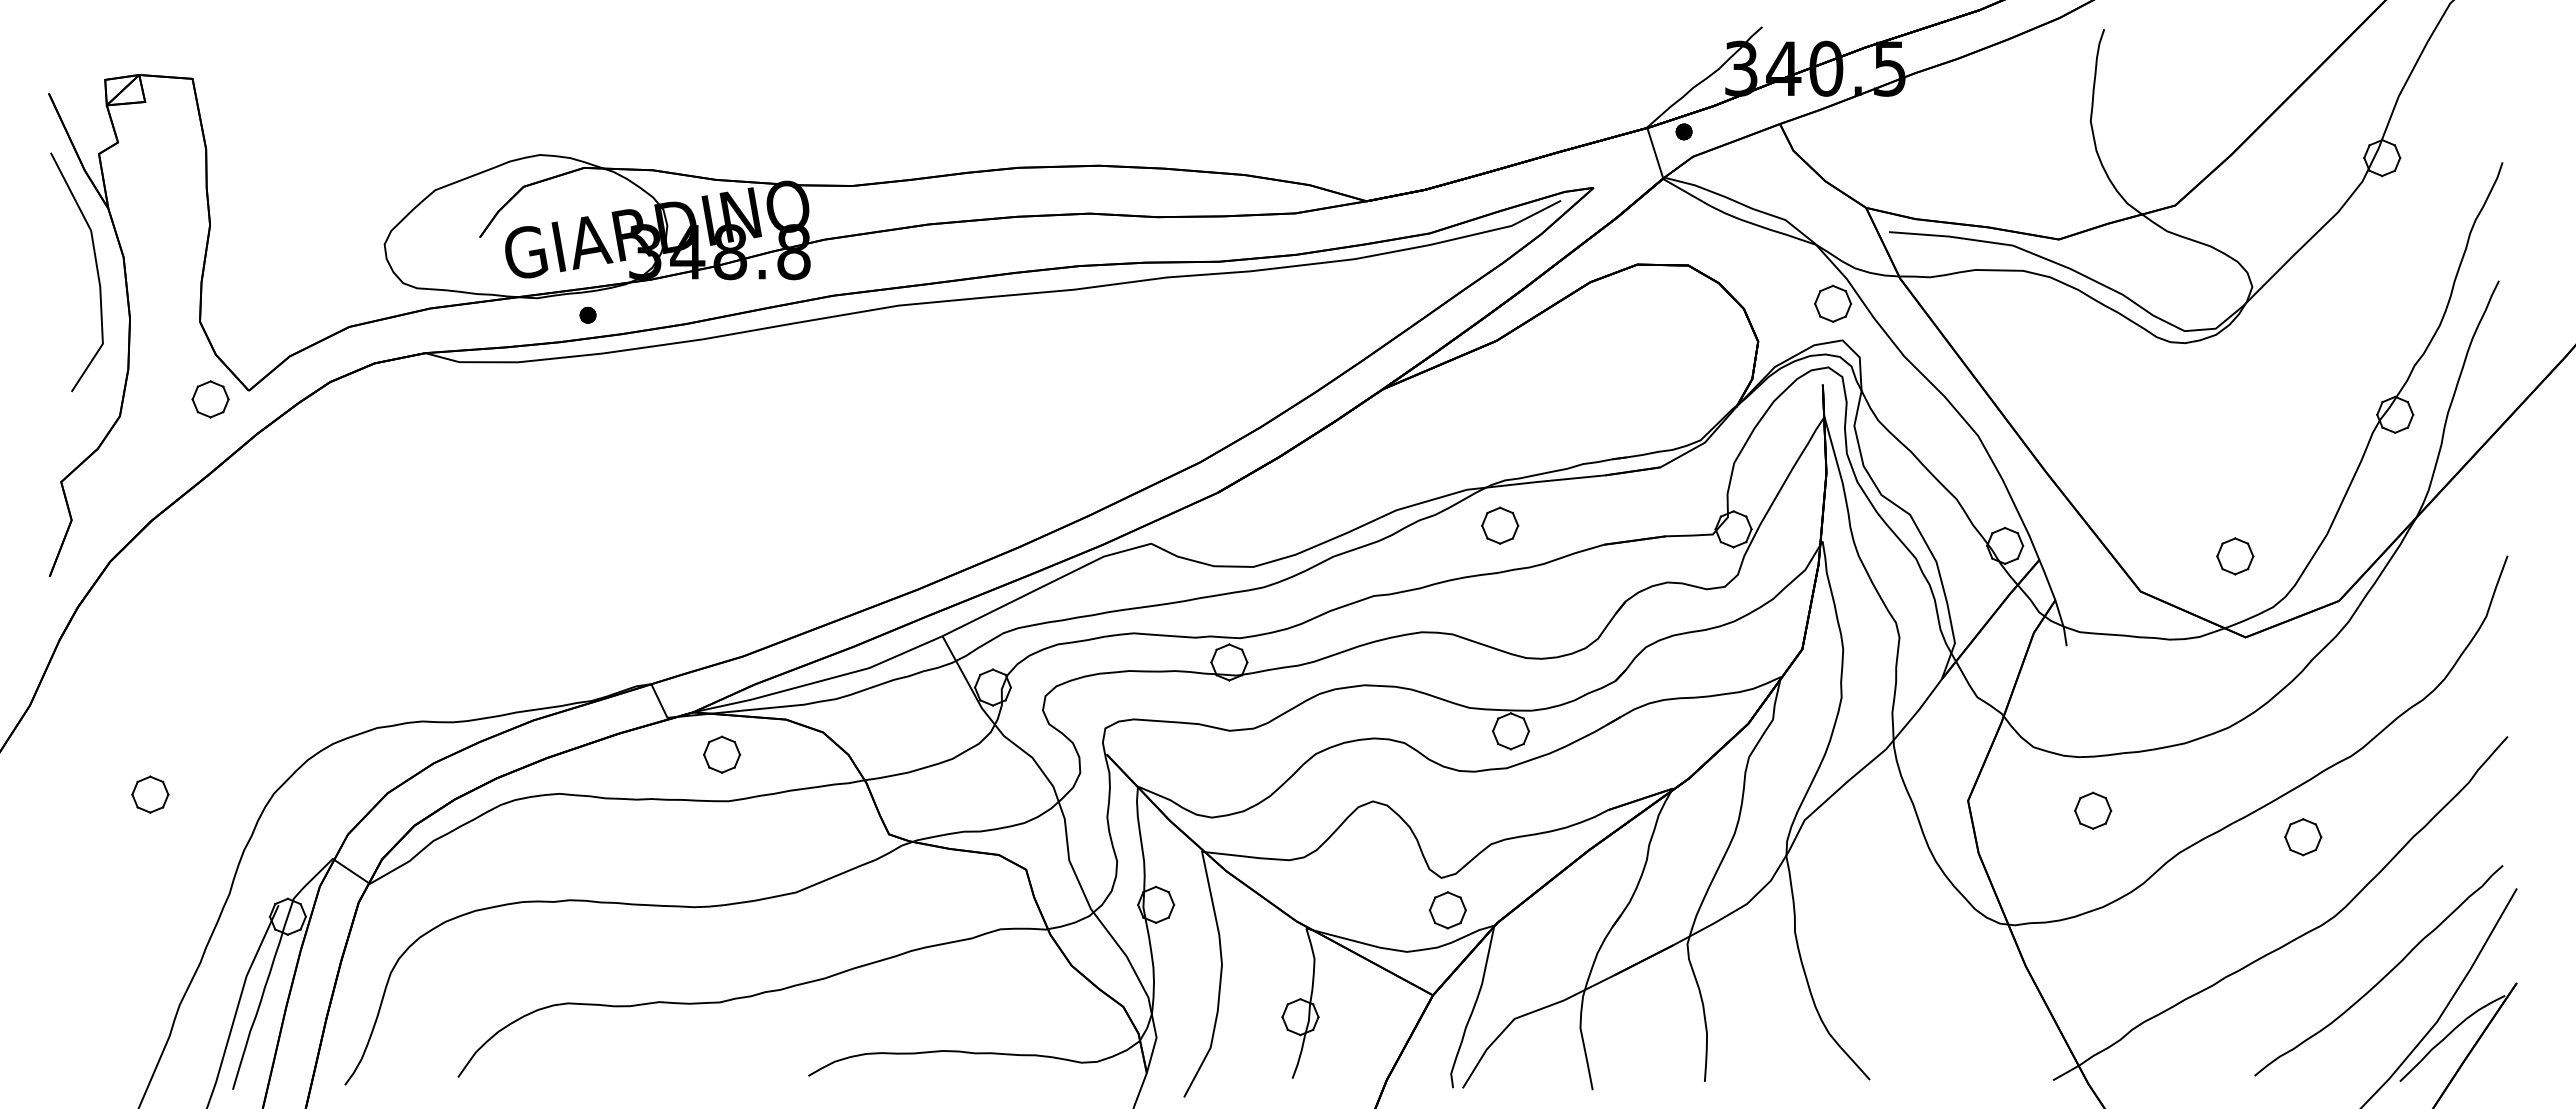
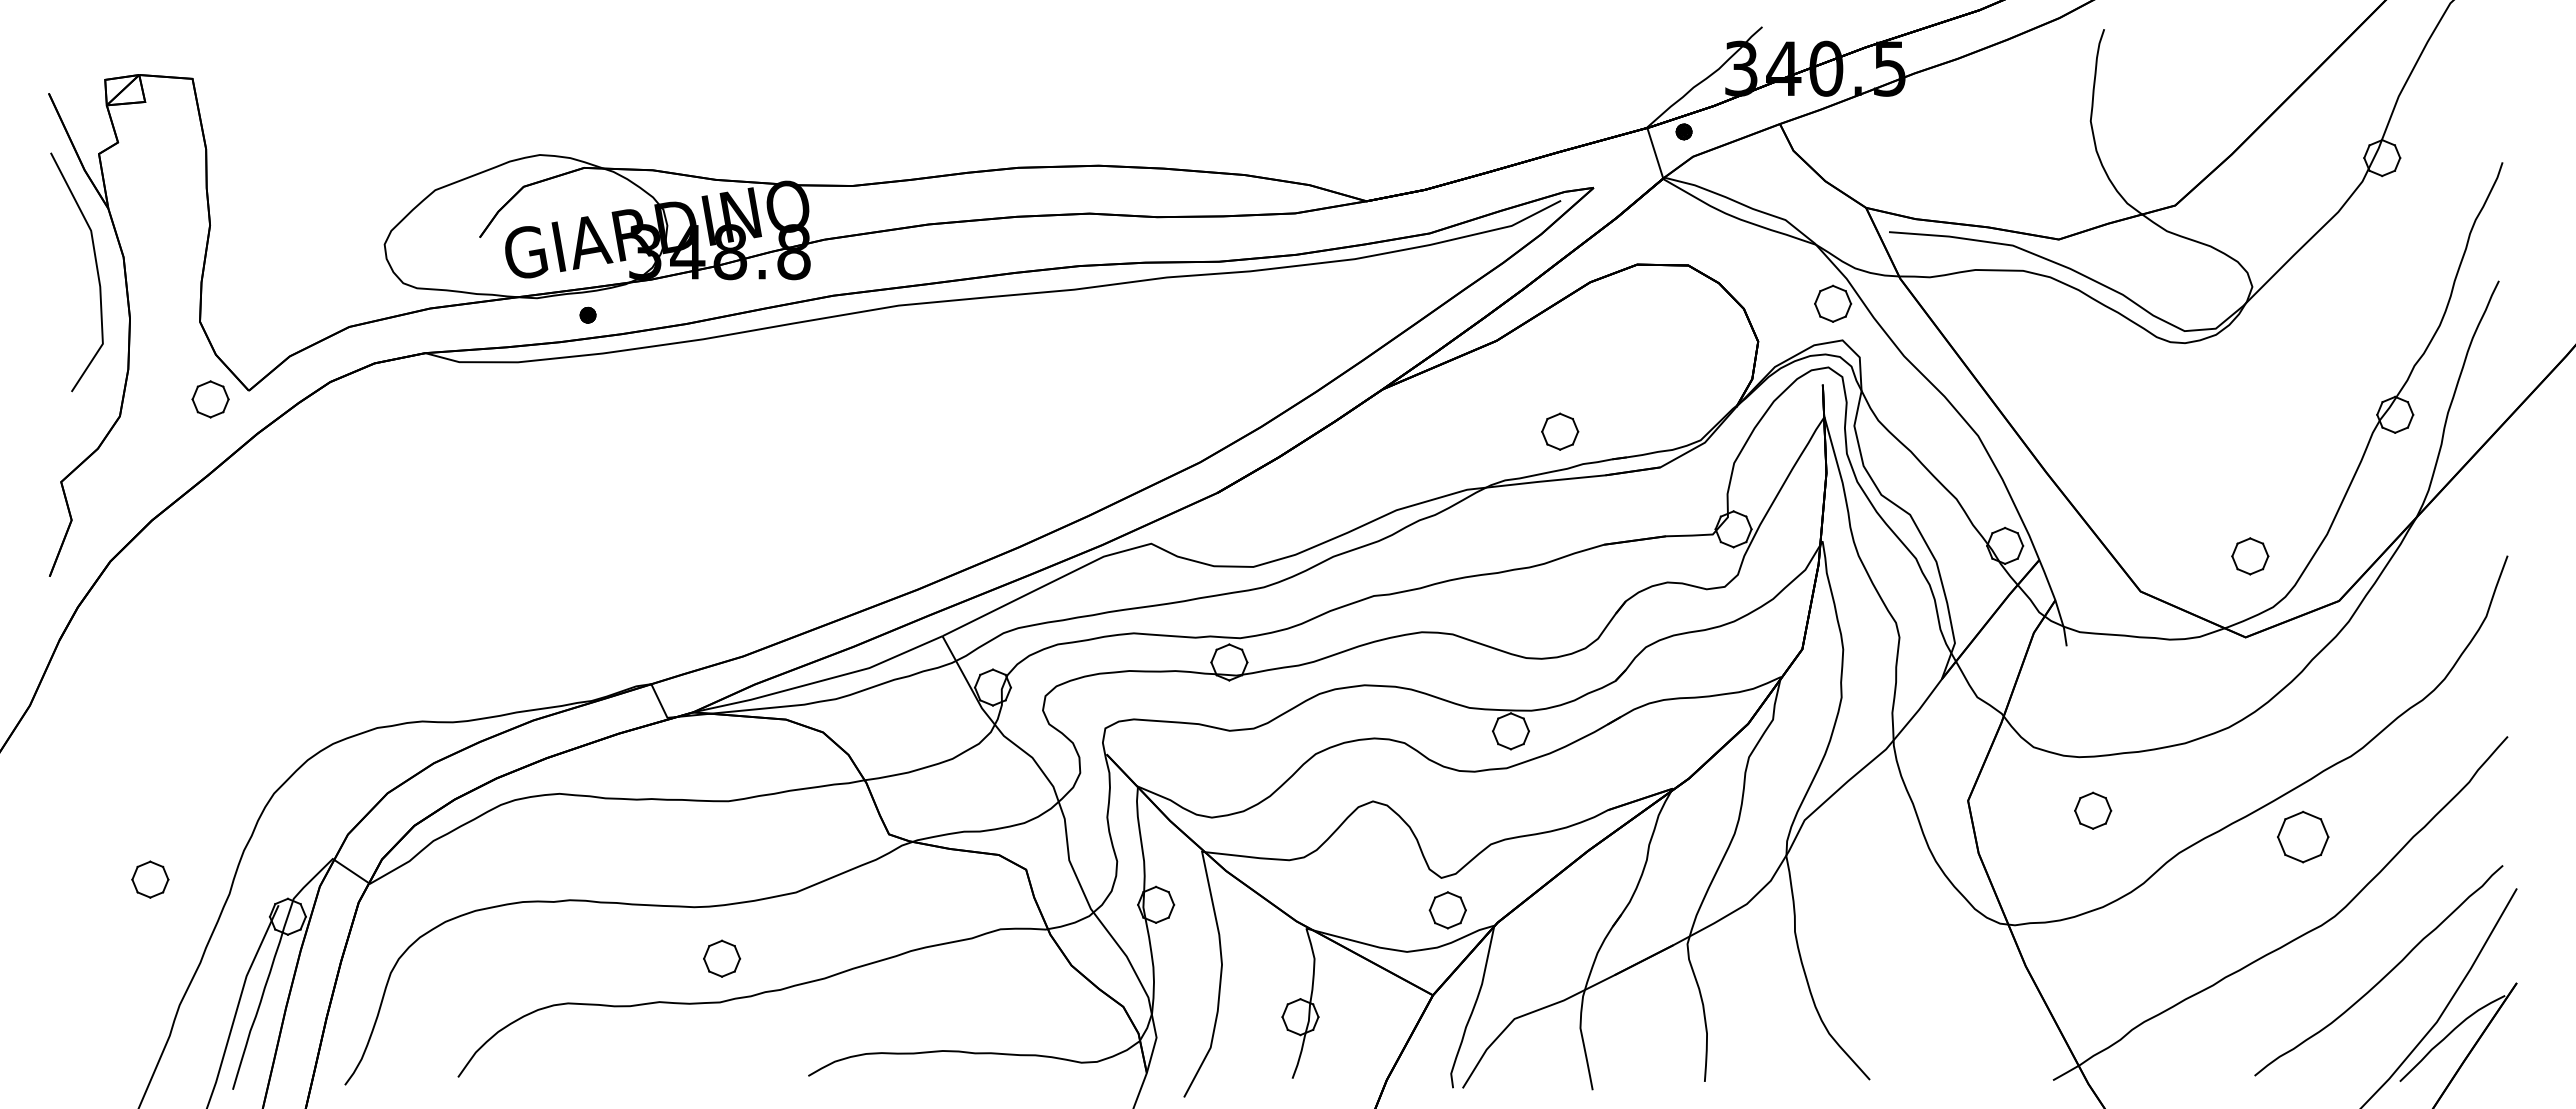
part at (1500, 525) position: (1500, 525) -> (1560, 431)
part at (2235, 556) position: (2235, 556) -> (2250, 556)
part at (722, 754) position: (722, 754) -> (722, 958)
part at (150, 794) position: (150, 794) -> (150, 879)
part at (2303, 837) size: 39x39 px -> 53x54 px
